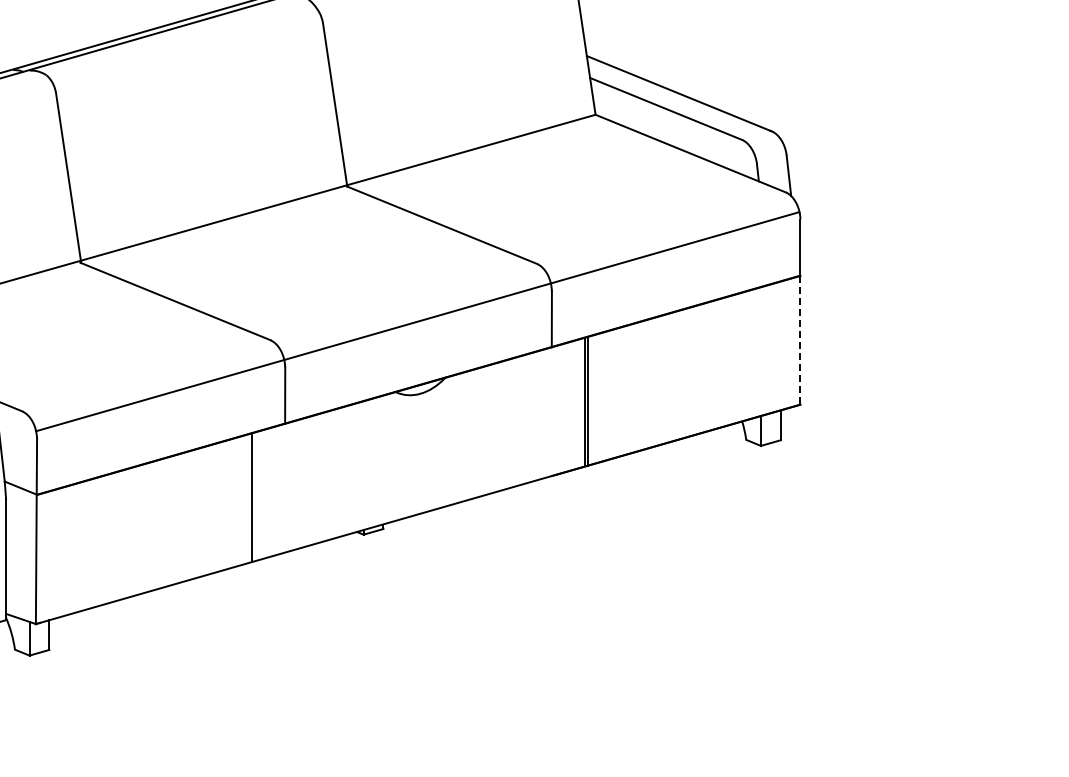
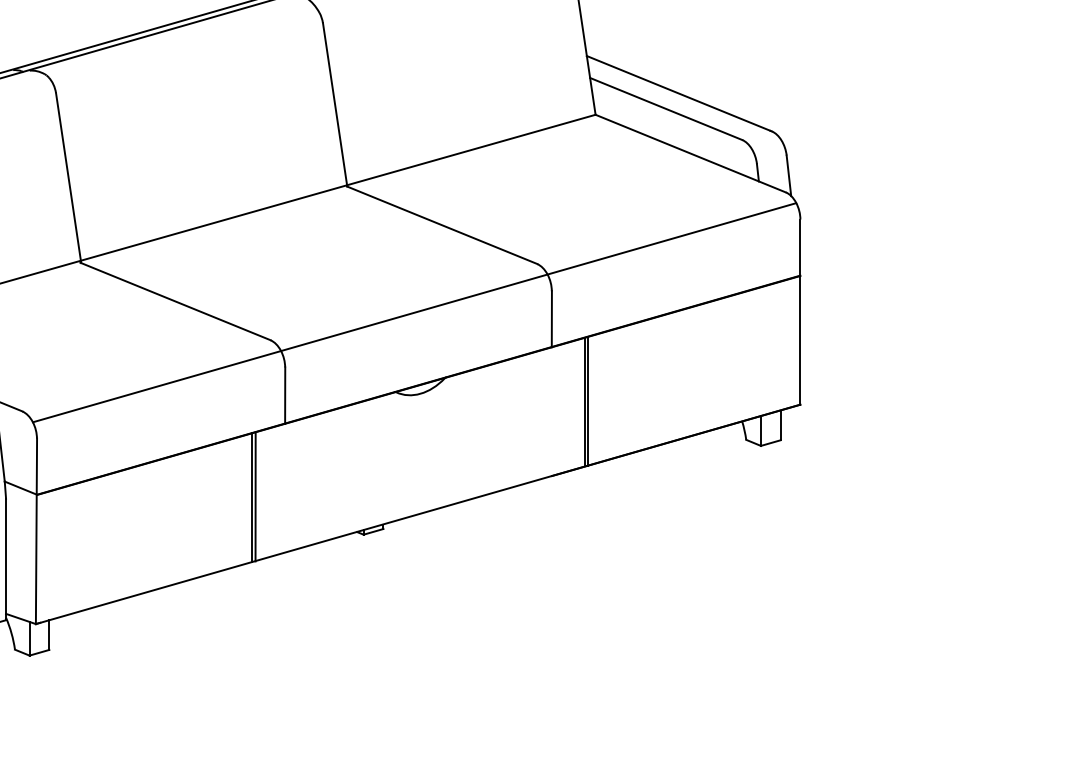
line at (417, 321) position: (417, 321) -> (414, 312)
line at (800, 340): dashed -> solid
line at (255, 496): none -> present
